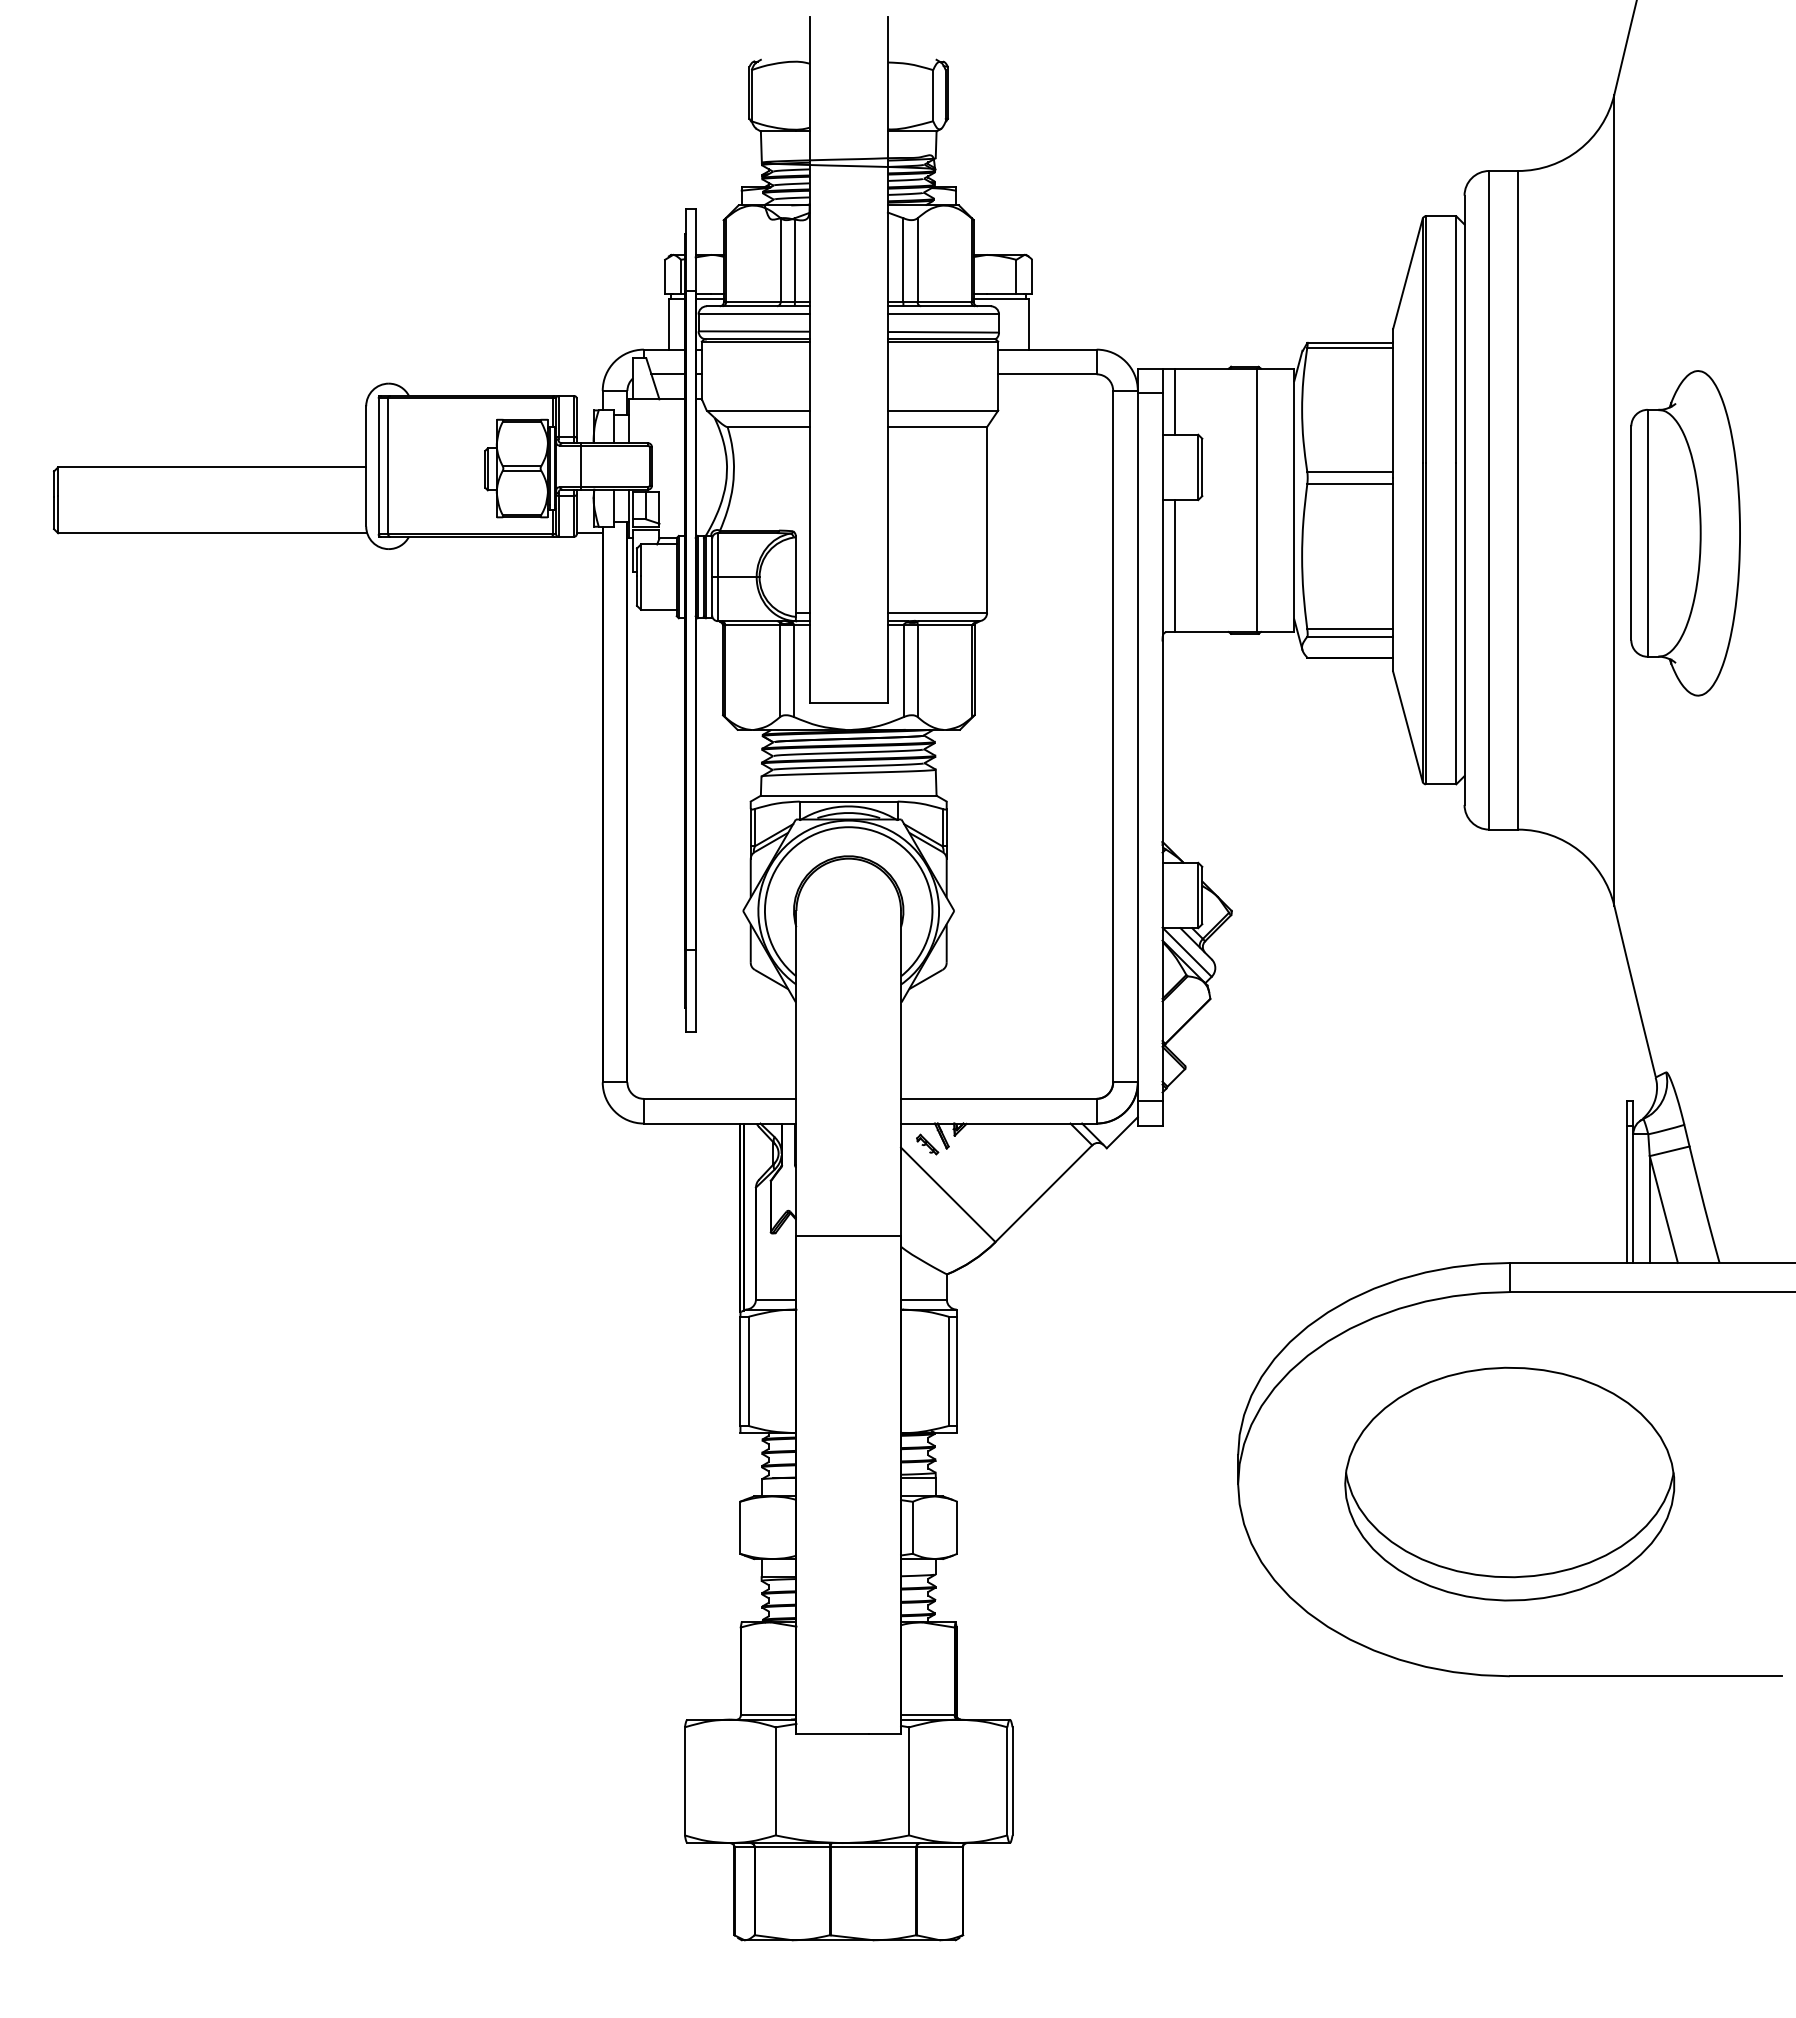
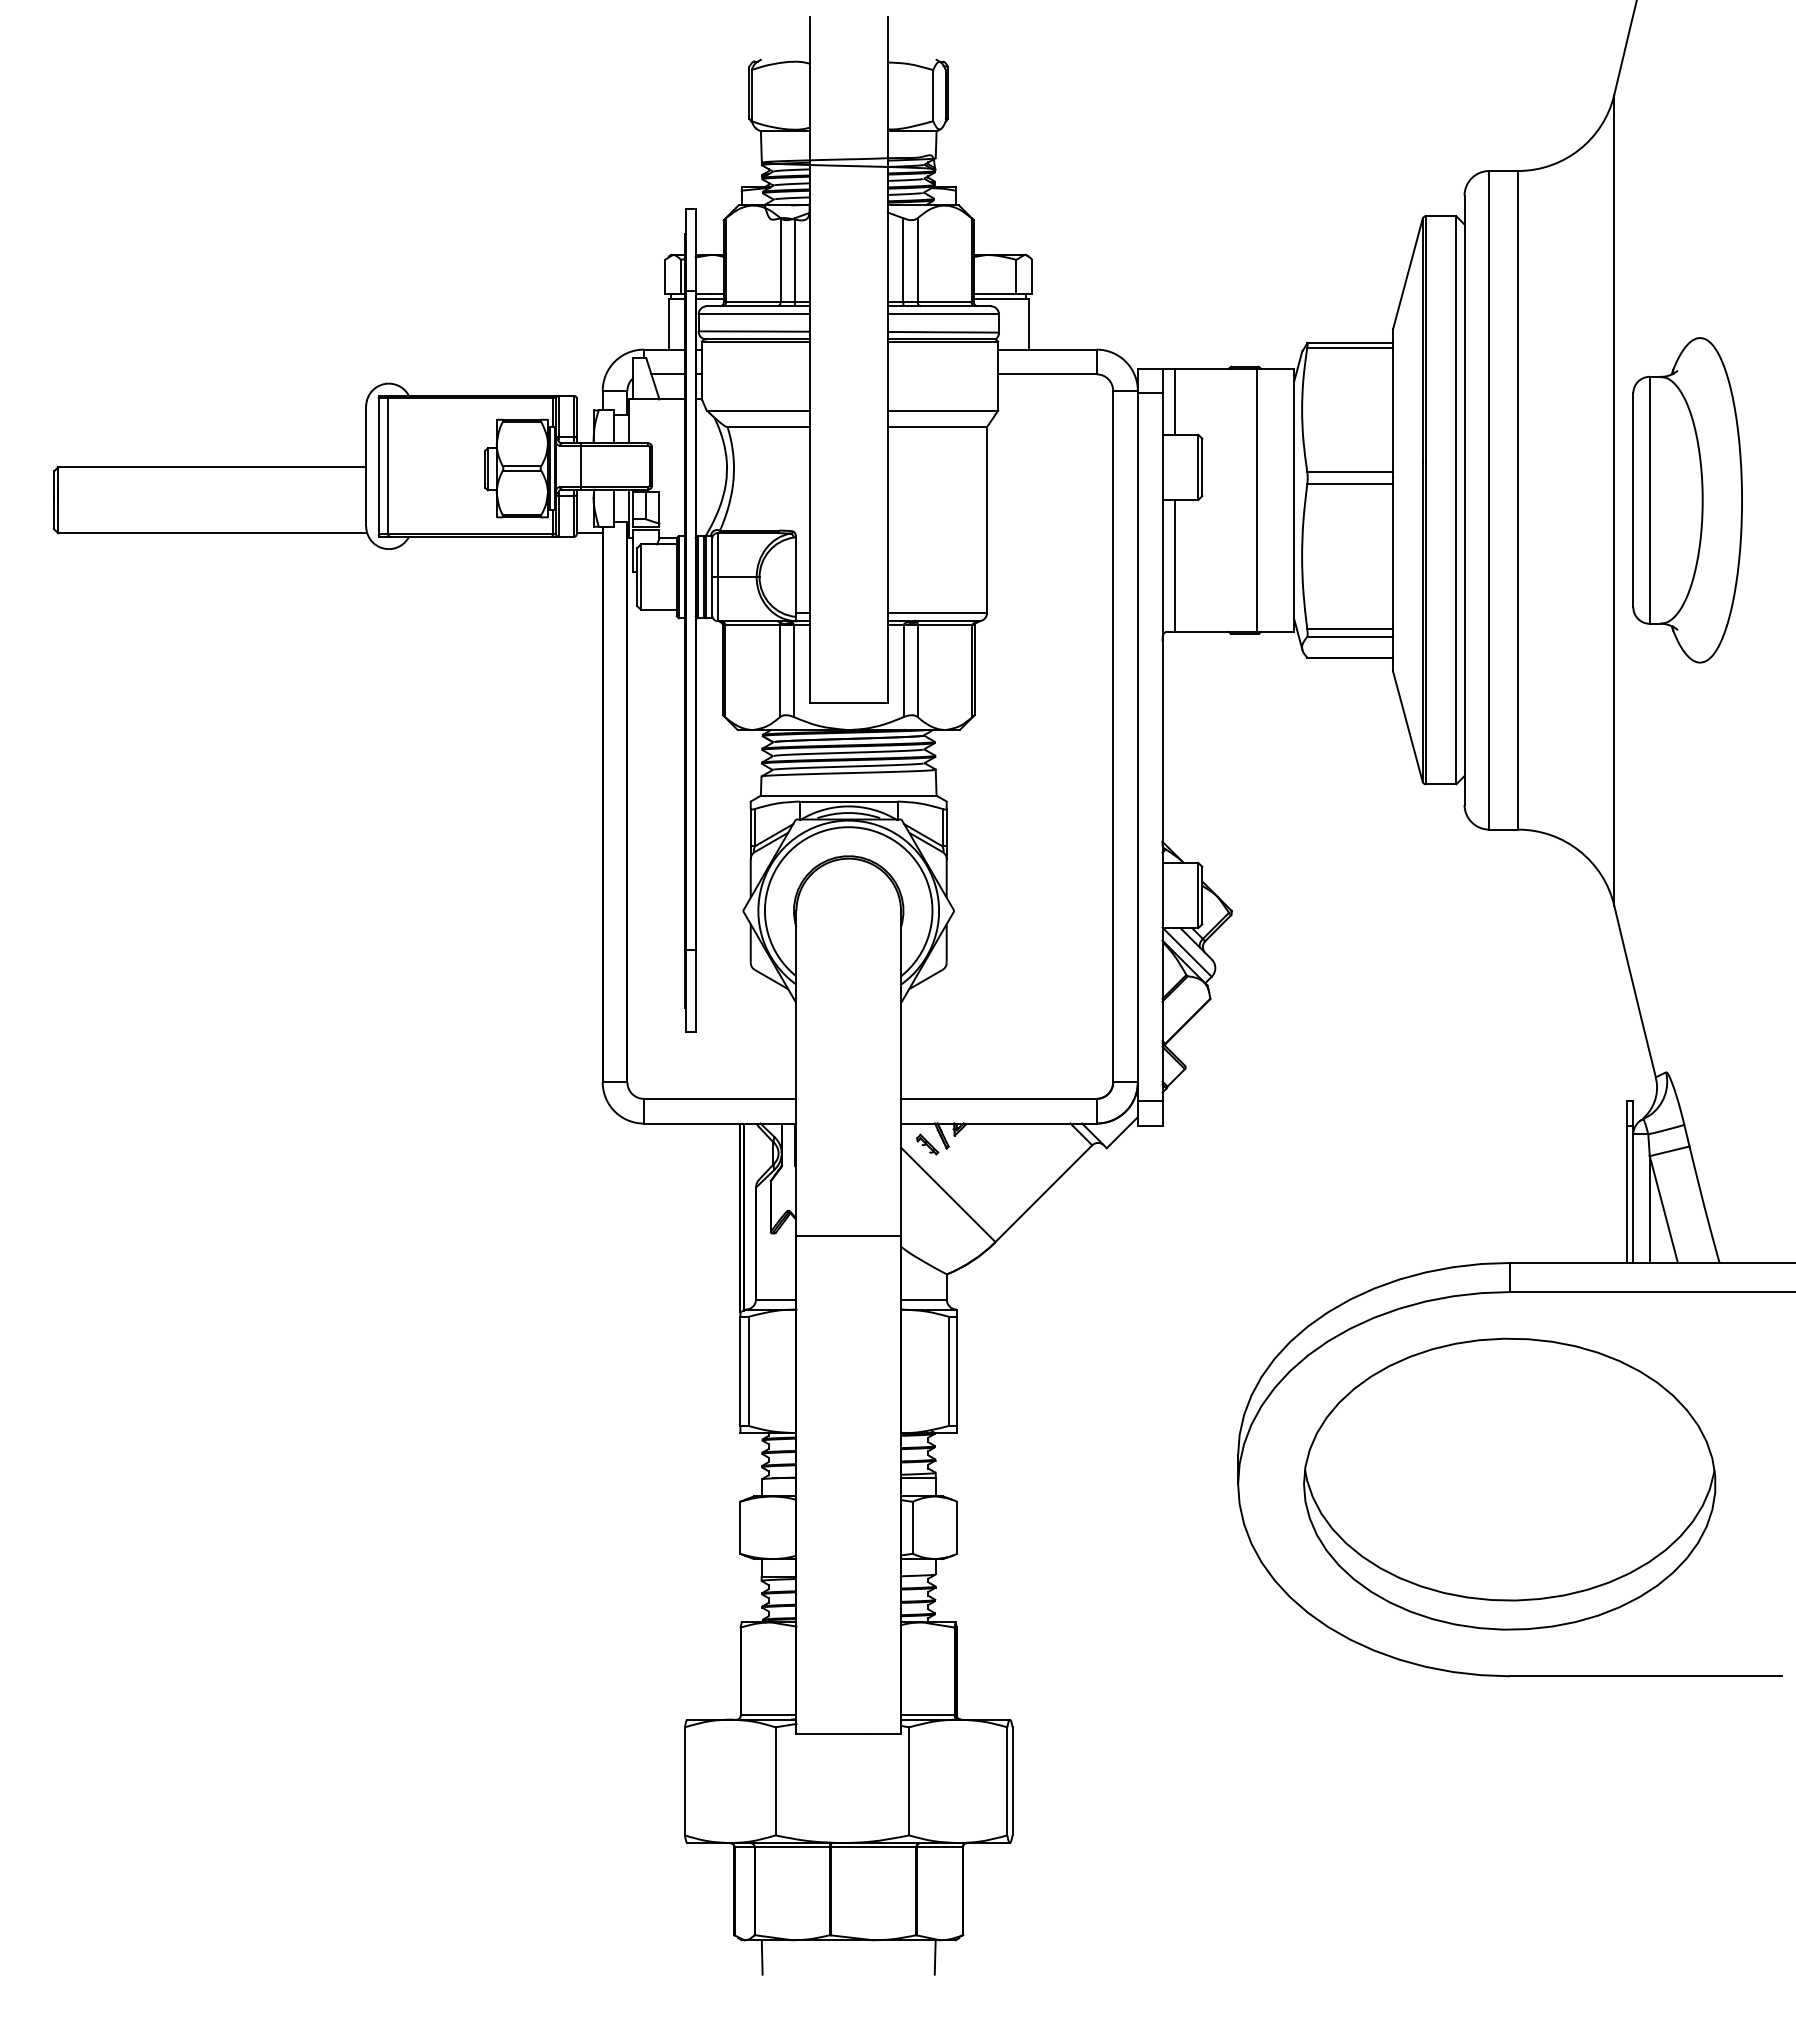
part at (1685, 533) position: (1685, 533) -> (1687, 500)
part at (1509, 1483) size: 332x236 px -> 414x294 px
line at (761, 1957): none -> present
line at (934, 1957): none -> present
